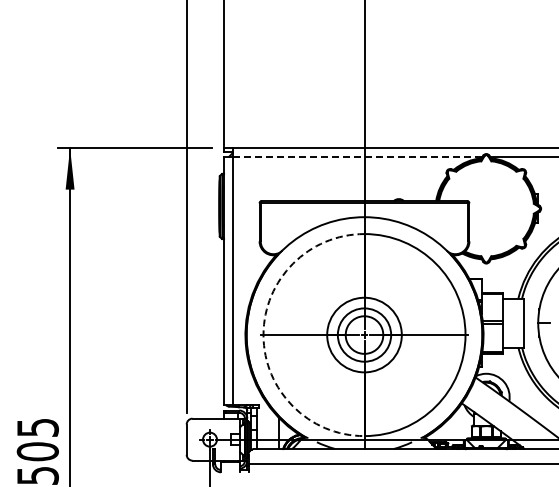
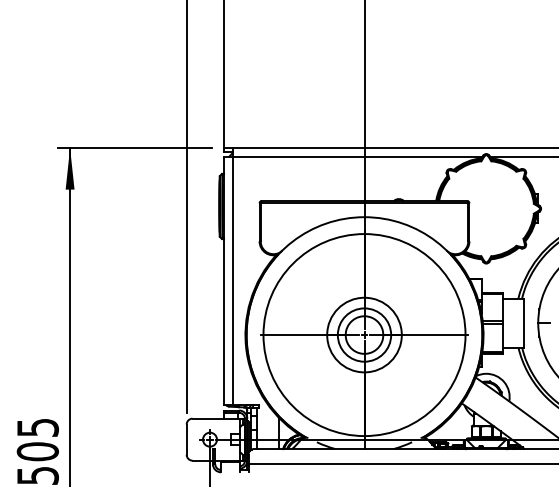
line at (357, 157): dashed -> solid
arc at (263, 335): dashed -> solid
